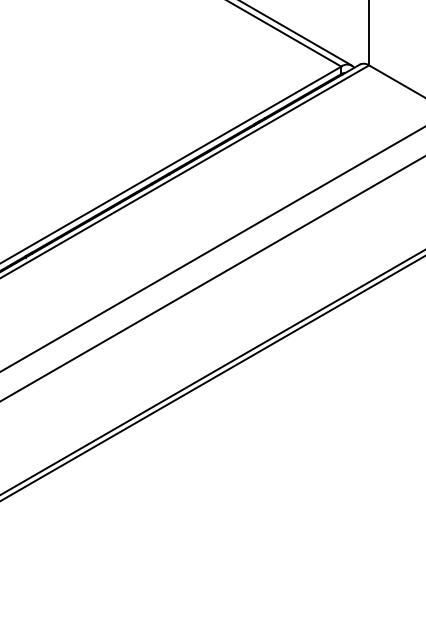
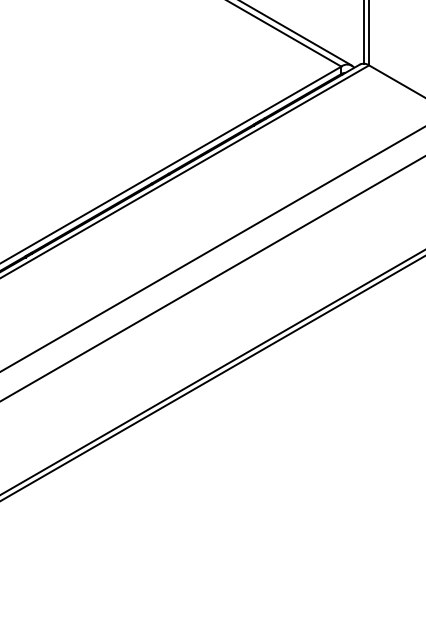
line at (363, 32): none -> present
